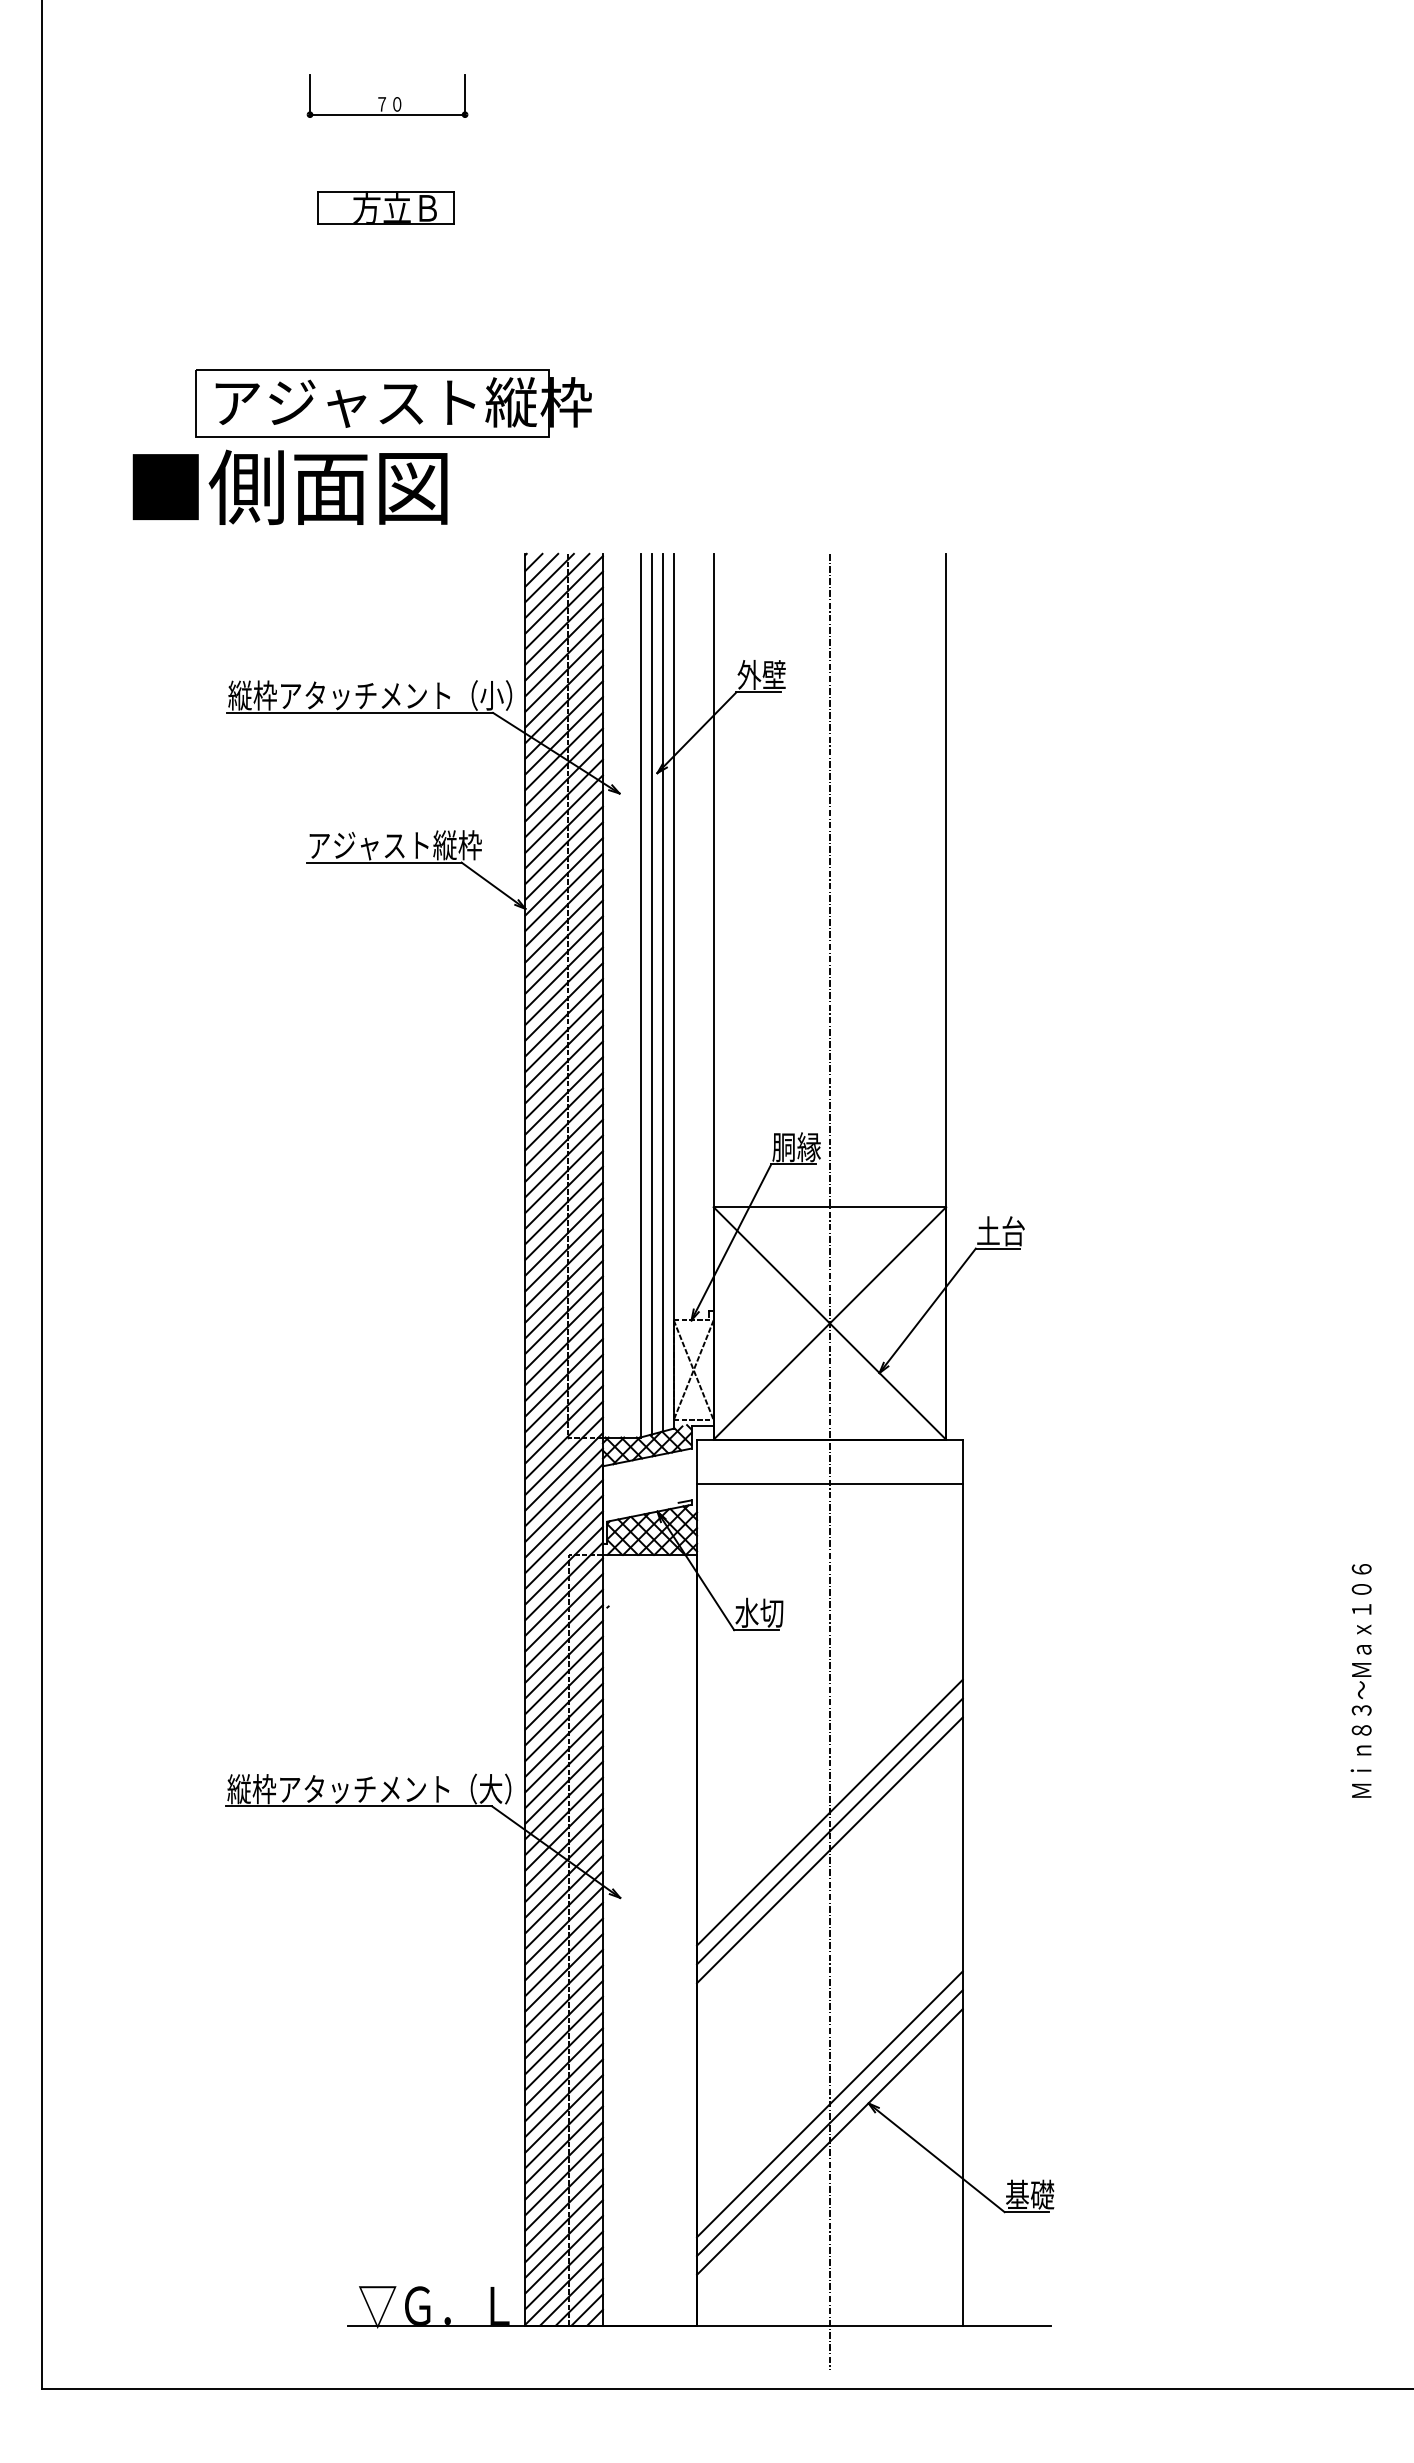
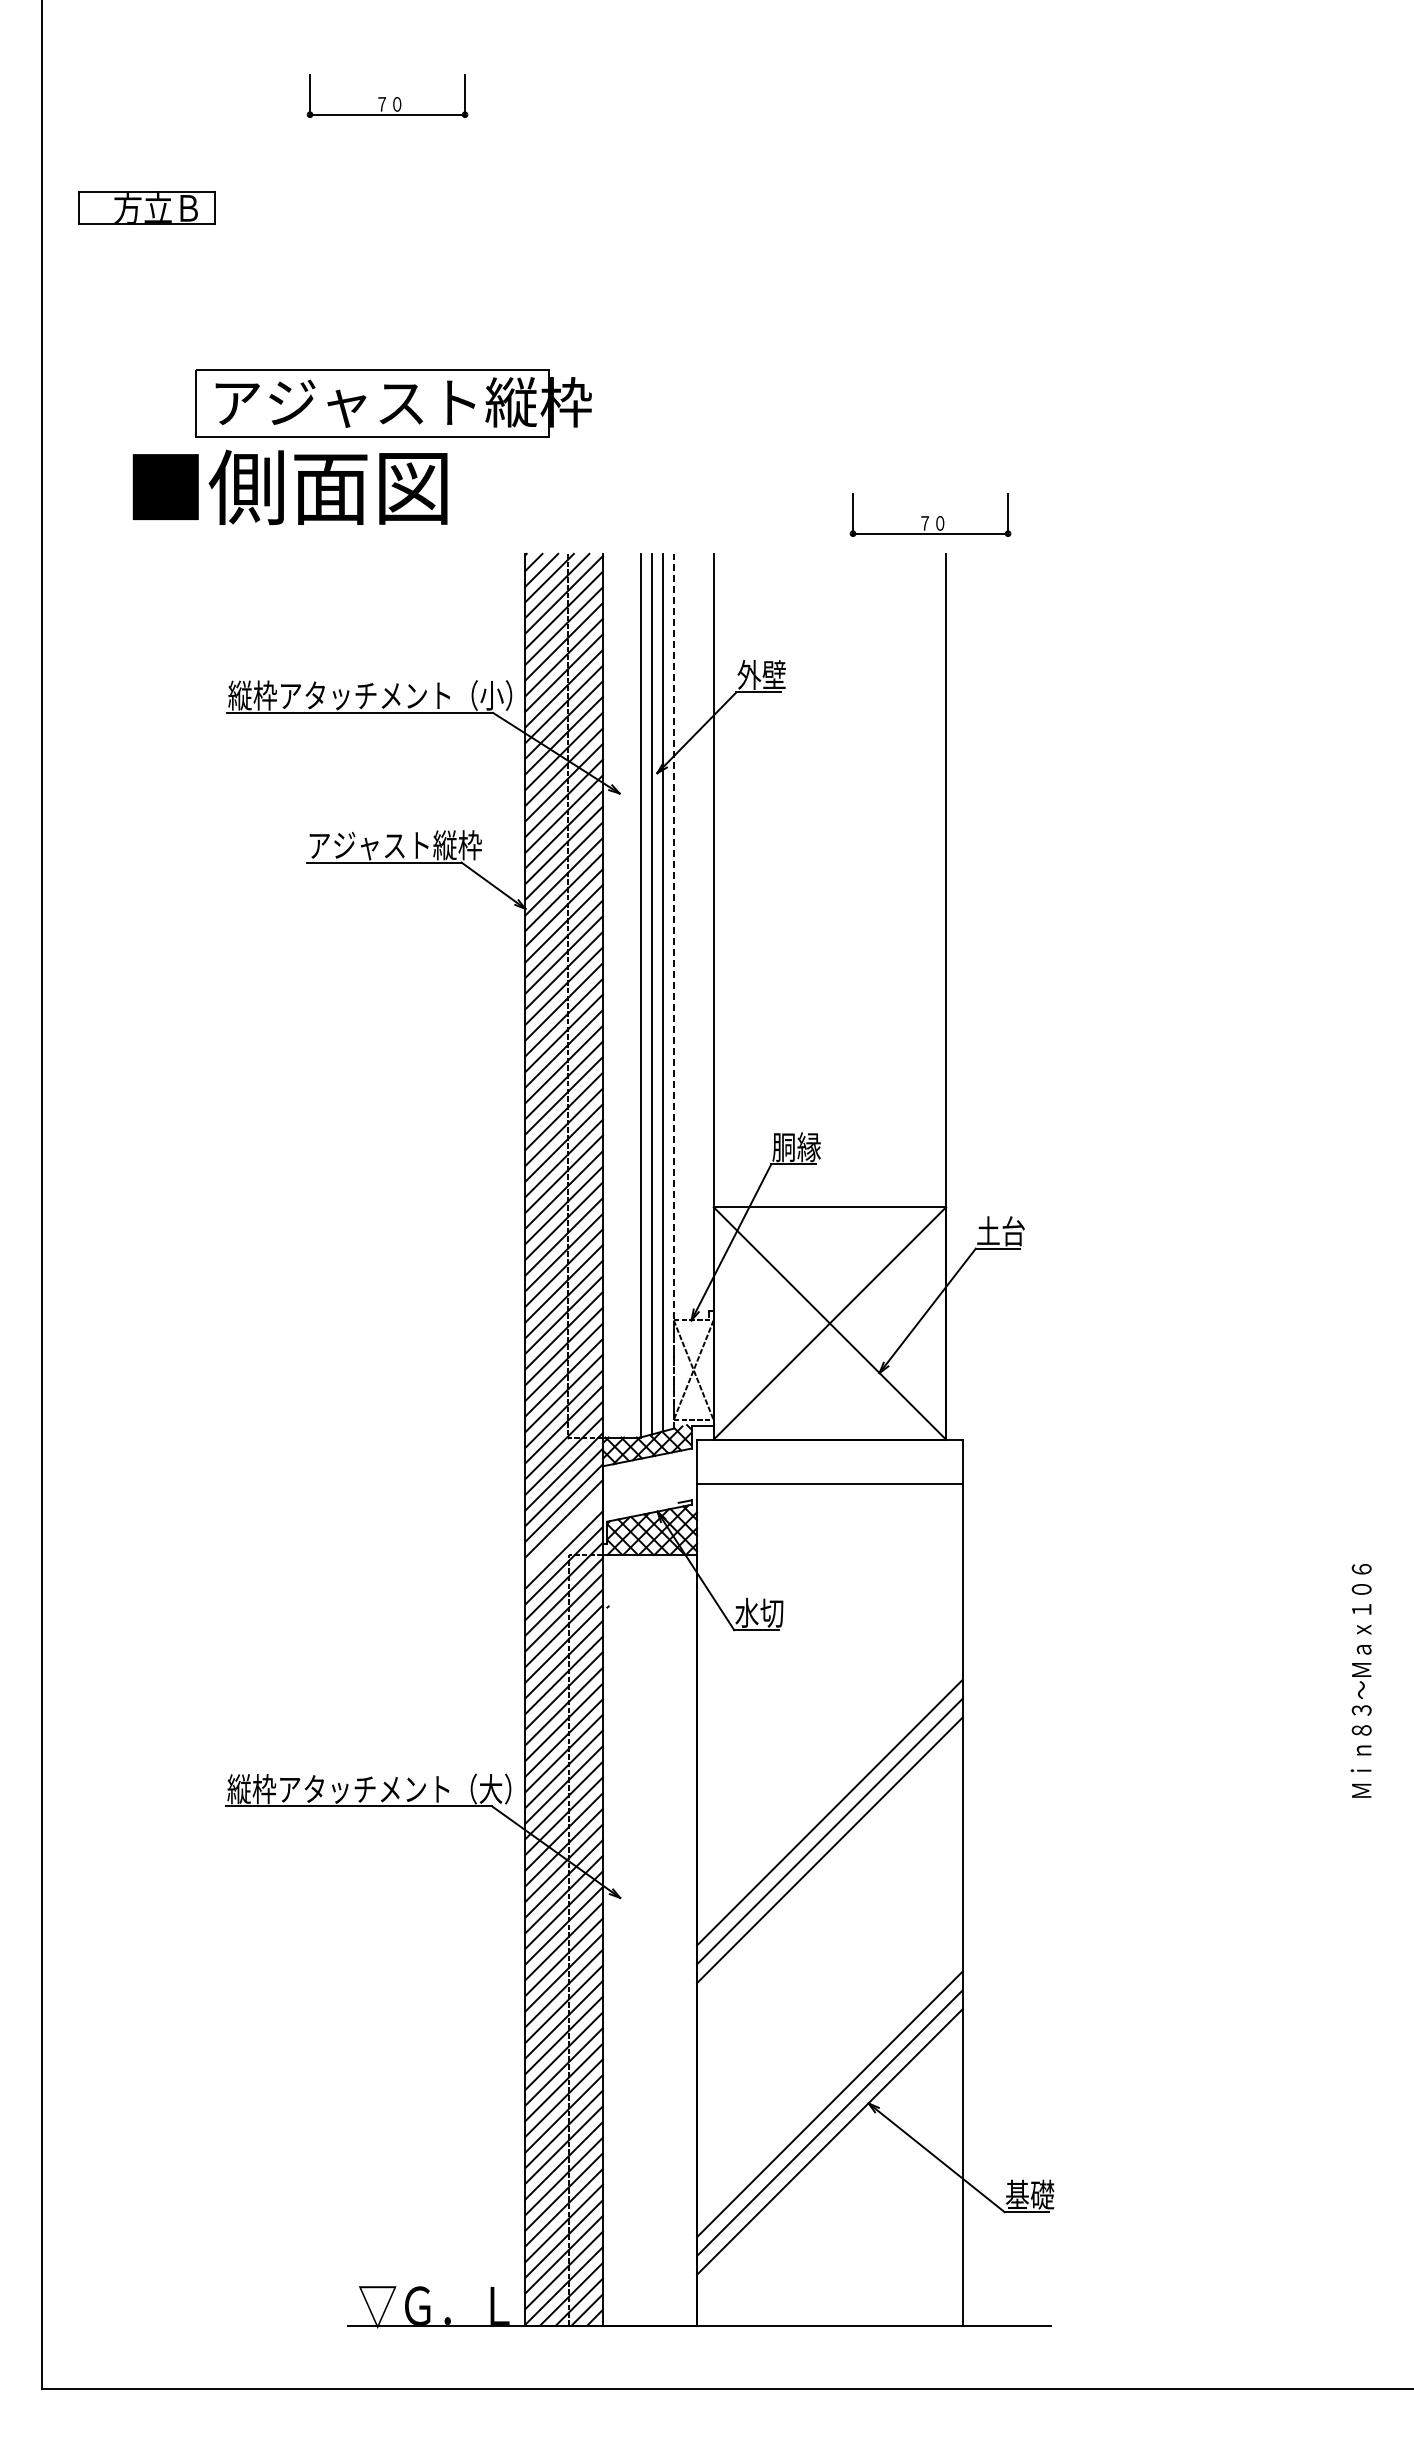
part at (385, 207) position: (385, 207) -> (146, 207)
part at (930, 514): none -> present
line at (673, 990): solid -> dashed
line at (829, 1461): present -> none
line at (563, 1534): present -> none
